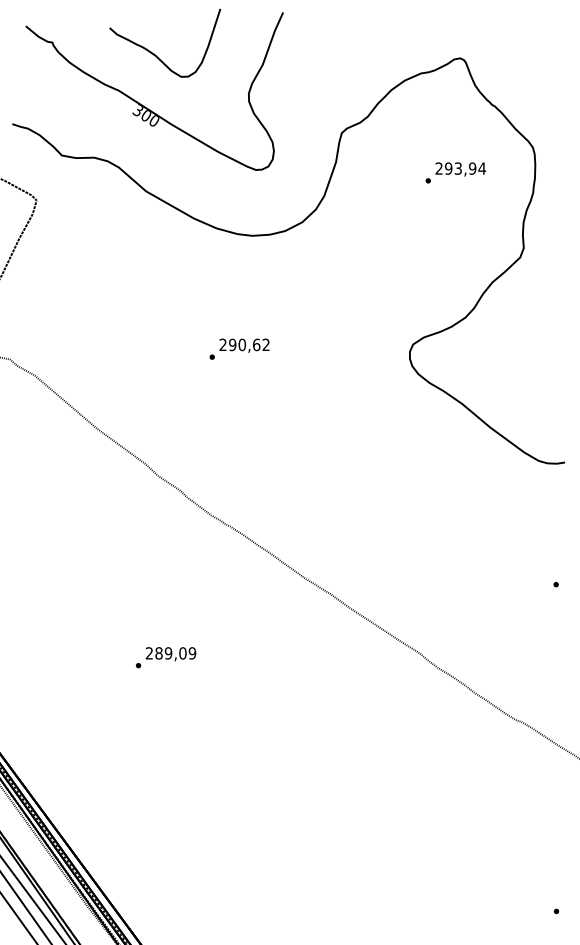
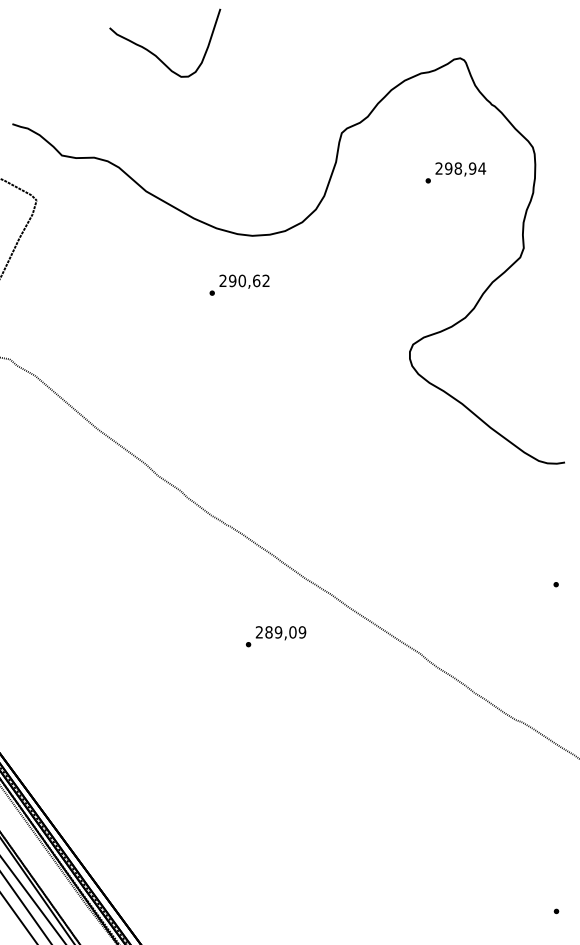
part at (147, 107): present -> none
text at (457, 168): 293,94 -> 298,94
text at (239, 348) position: (239, 348) -> (239, 284)
text at (165, 657) position: (165, 657) -> (275, 636)
